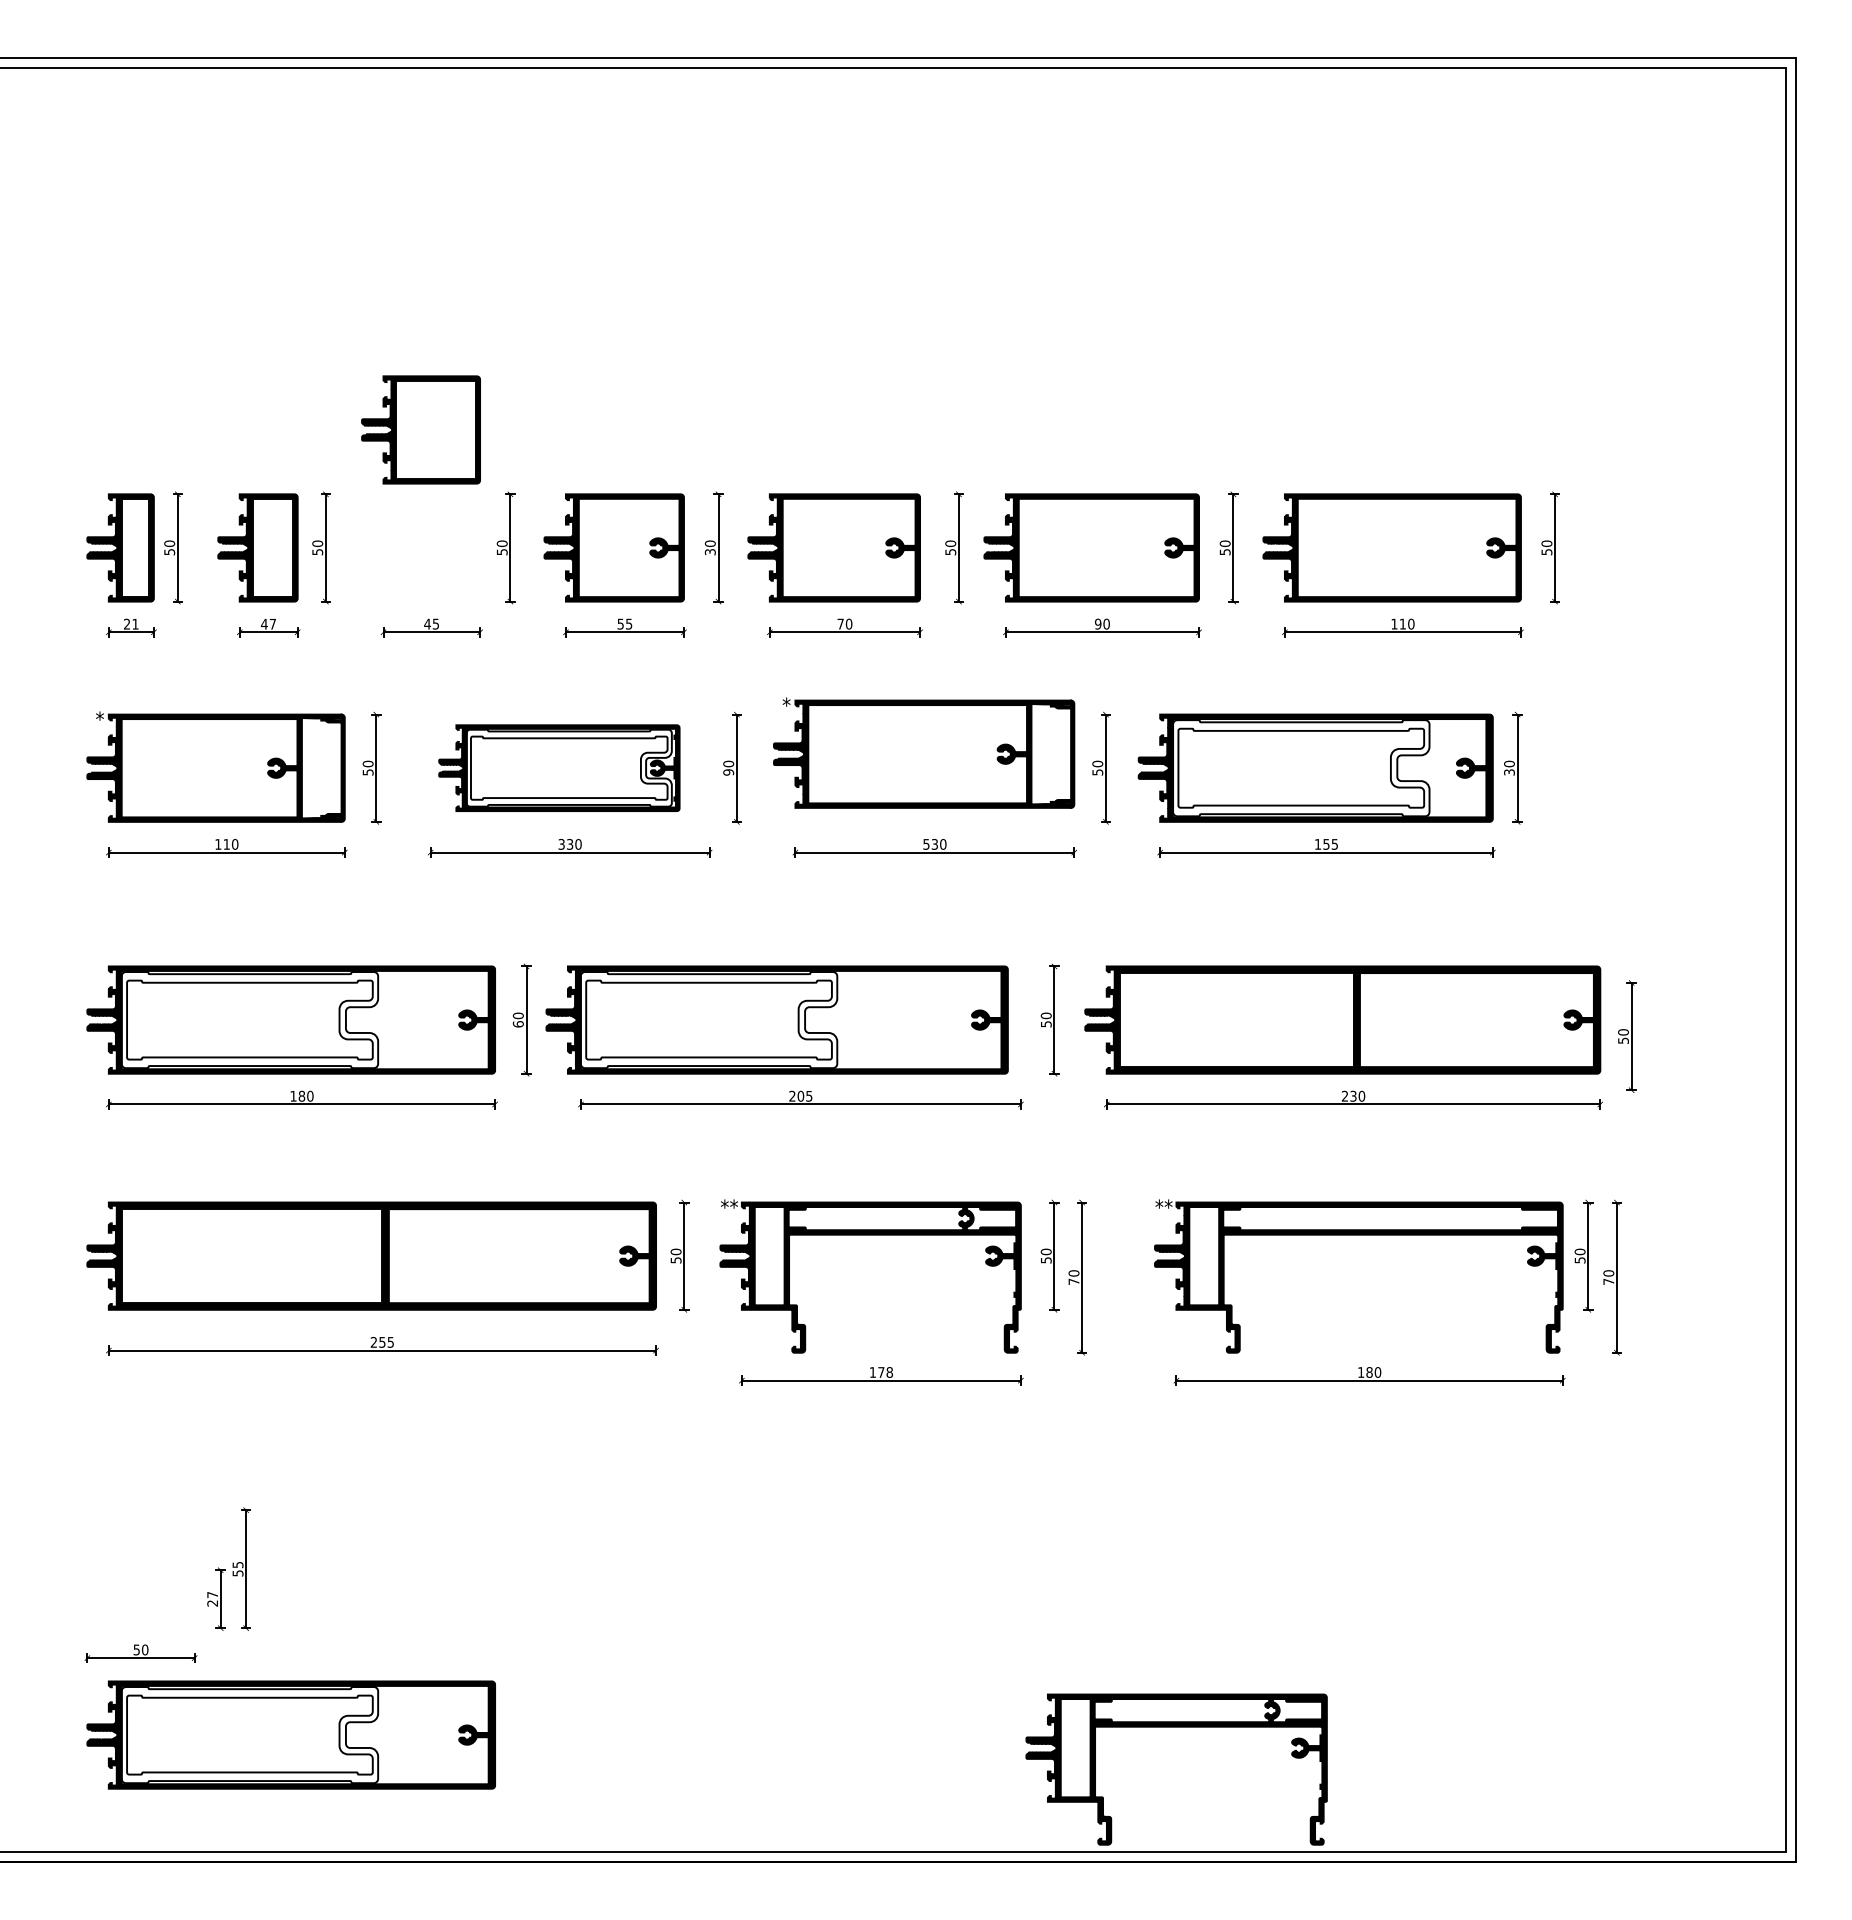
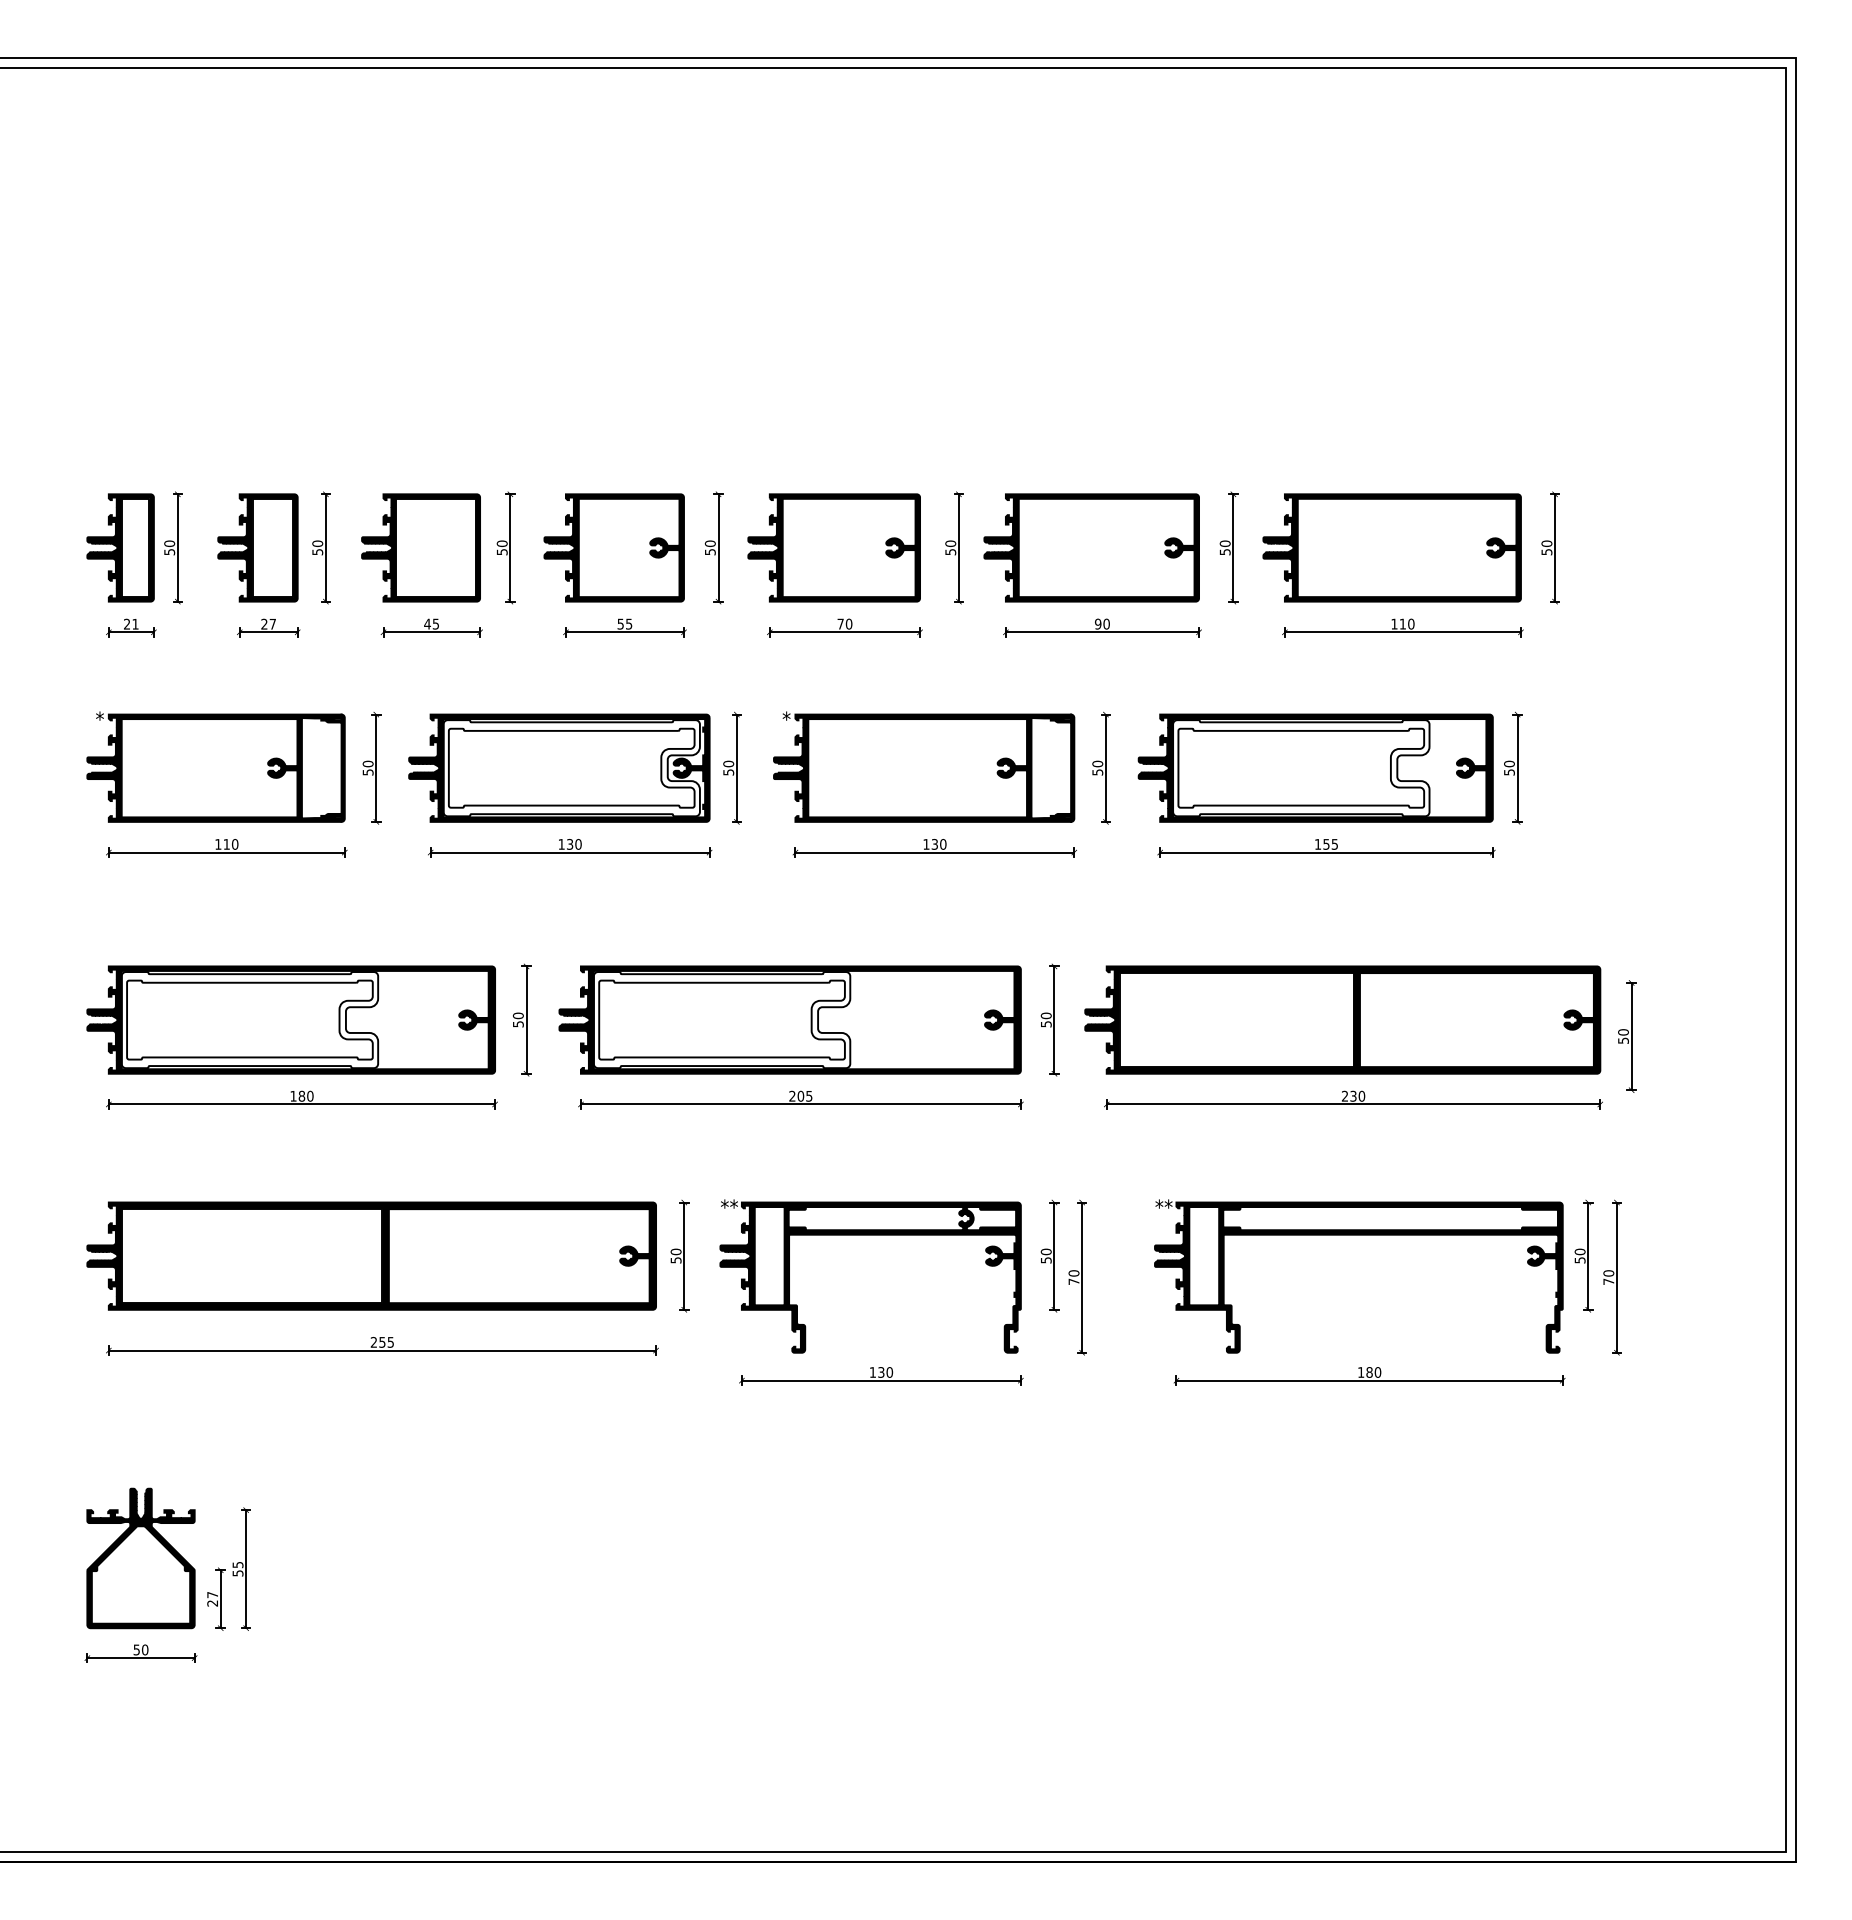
part at (420, 429) position: (420, 429) -> (420, 547)
text at (709, 551): 30 -> 50
text at (264, 623): 47 -> 27
part at (924, 752) position: (924, 752) -> (924, 766)
part at (559, 767) size: 243x88 px -> 303x110 px
text at (728, 772): 90 -> 50
text at (1509, 772): 30 -> 50
text at (561, 844): 330 -> 130
text at (926, 844): 530 -> 130
part at (776, 1019) position: (776, 1019) -> (789, 1019)
text at (517, 1024): 60 -> 50
text at (885, 1372): 178 -> 130
part at (140, 1558): none -> present
part at (1176, 1727): present -> none
part at (290, 1734): present -> none
